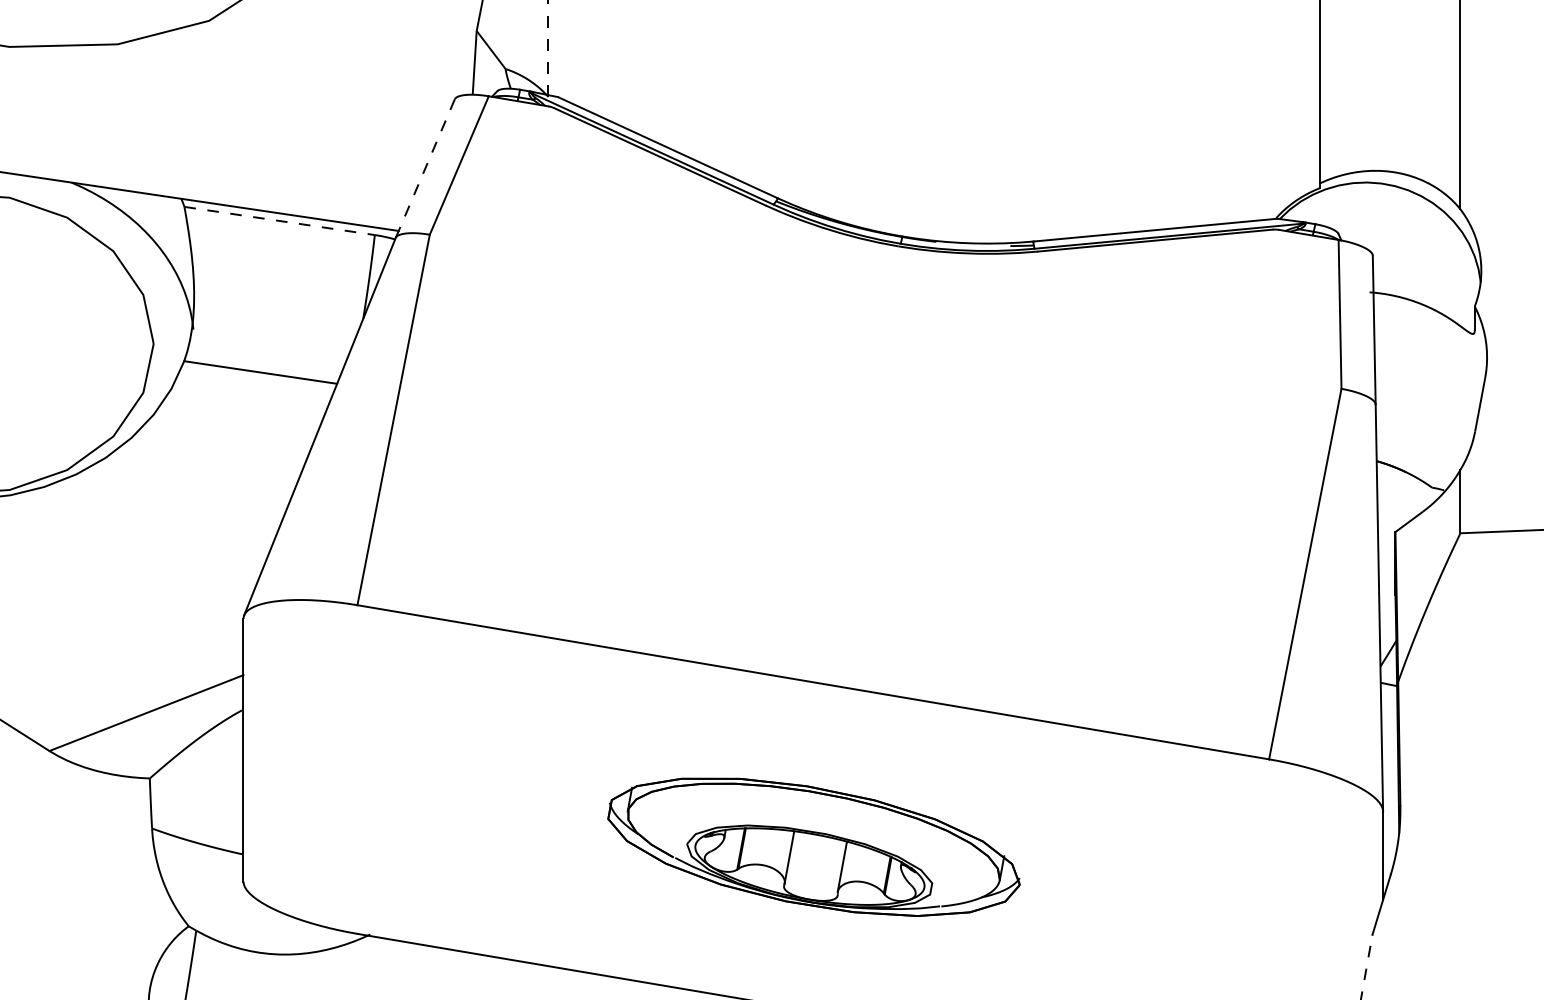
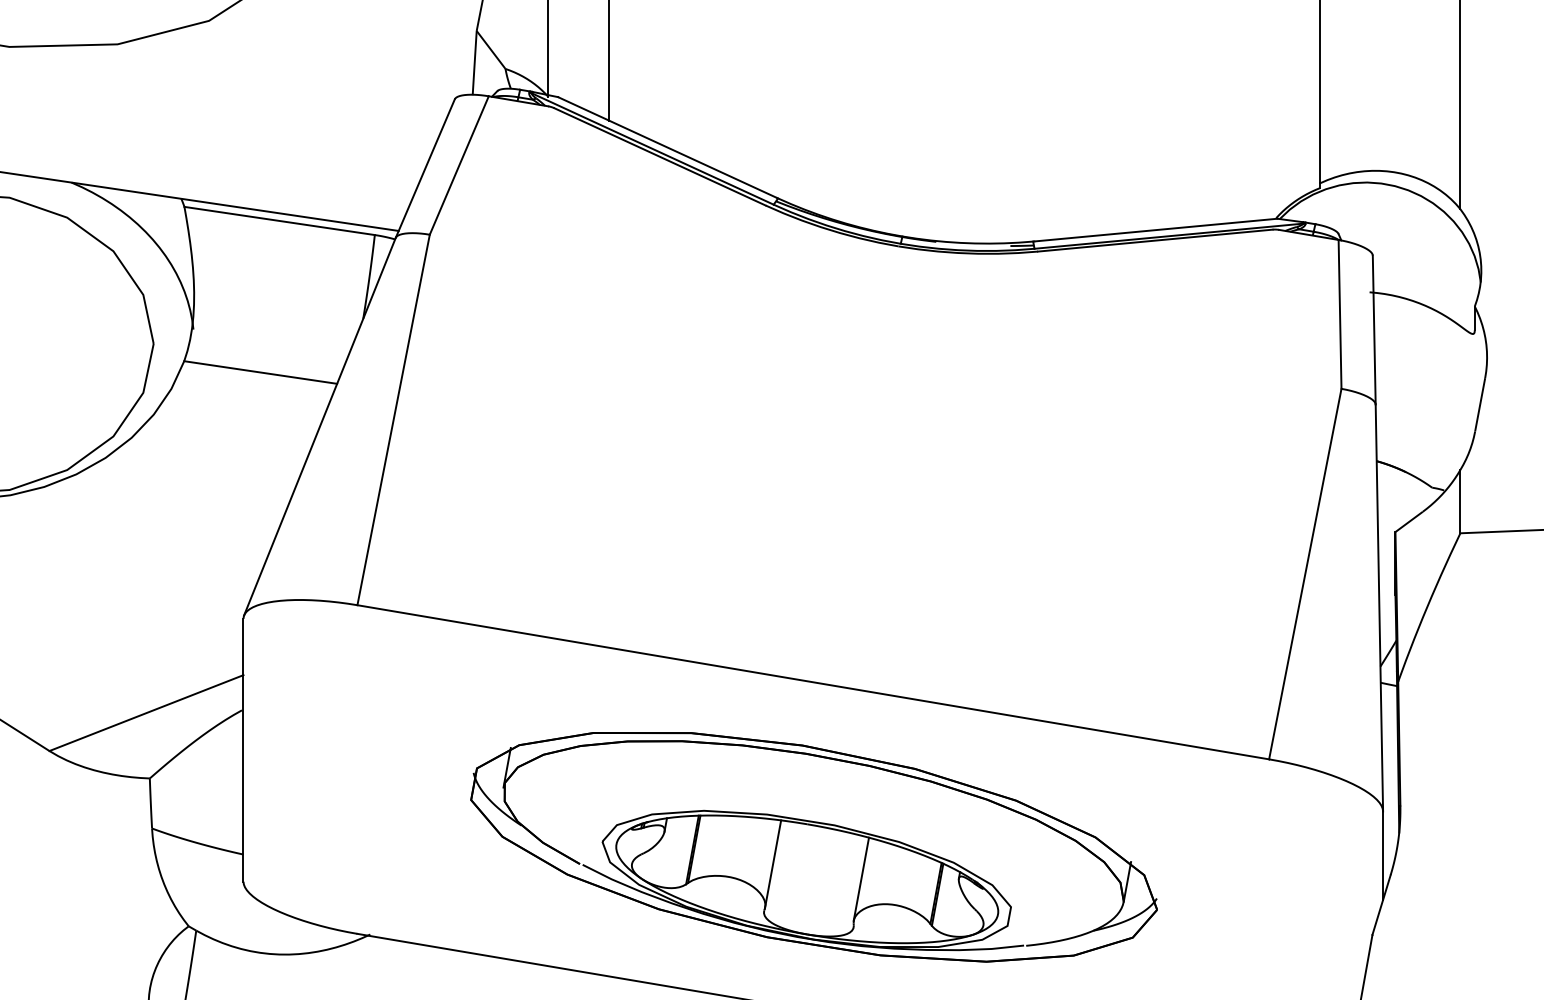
line at (548, 48): dashed -> solid
line at (609, 61): none -> present
line at (425, 168): dashed -> solid
line at (280, 221): dashed -> solid
part at (813, 846) size: 414x140 px -> 688x231 px
line at (1366, 966): dashed -> solid
